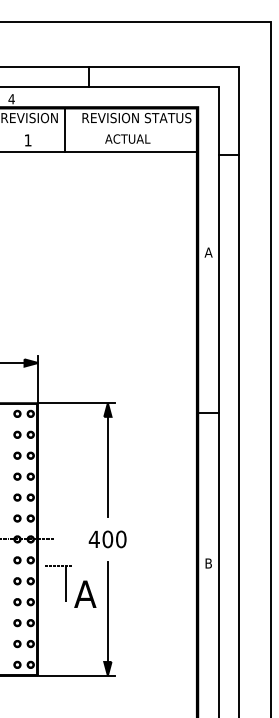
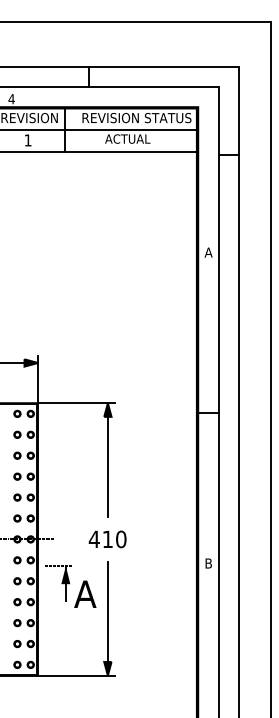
line at (99, 130): none -> present
text at (107, 539): 400 -> 410
fill at (65, 575): none -> present
